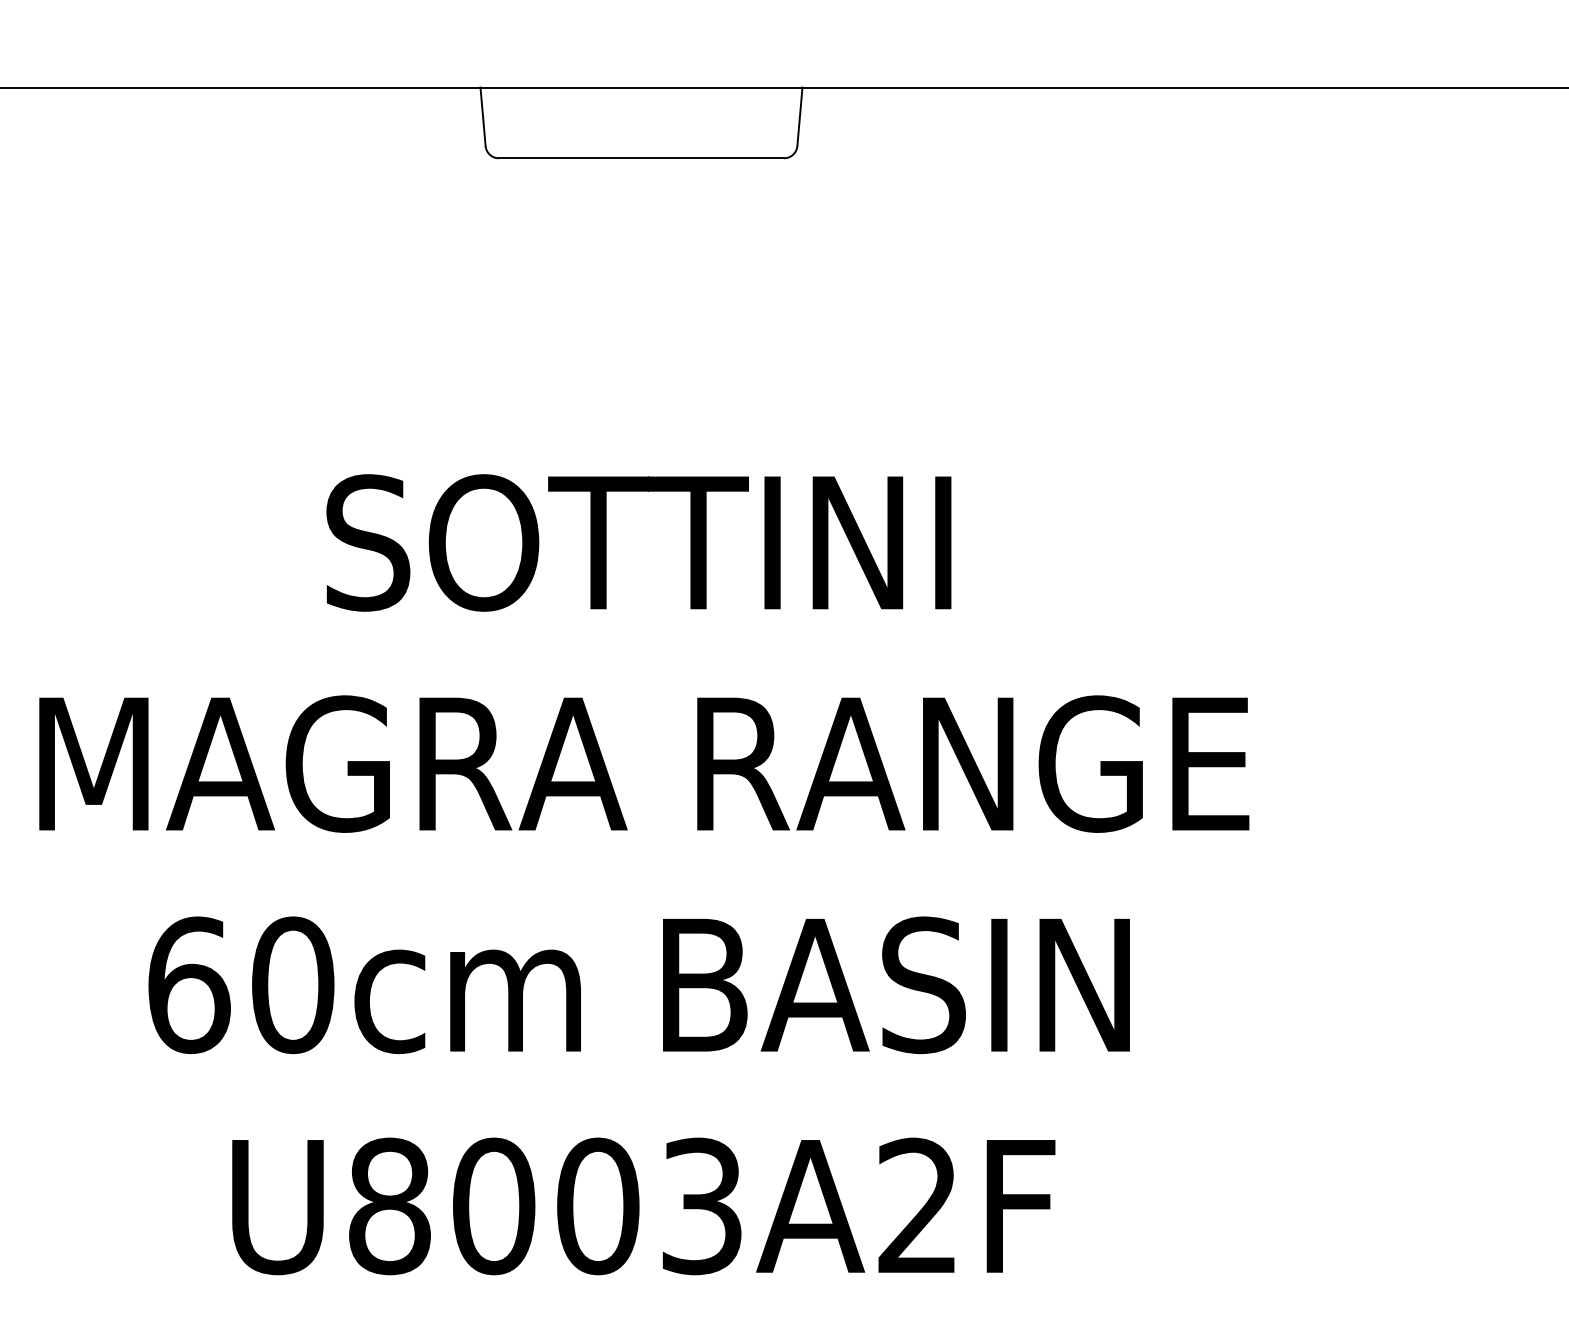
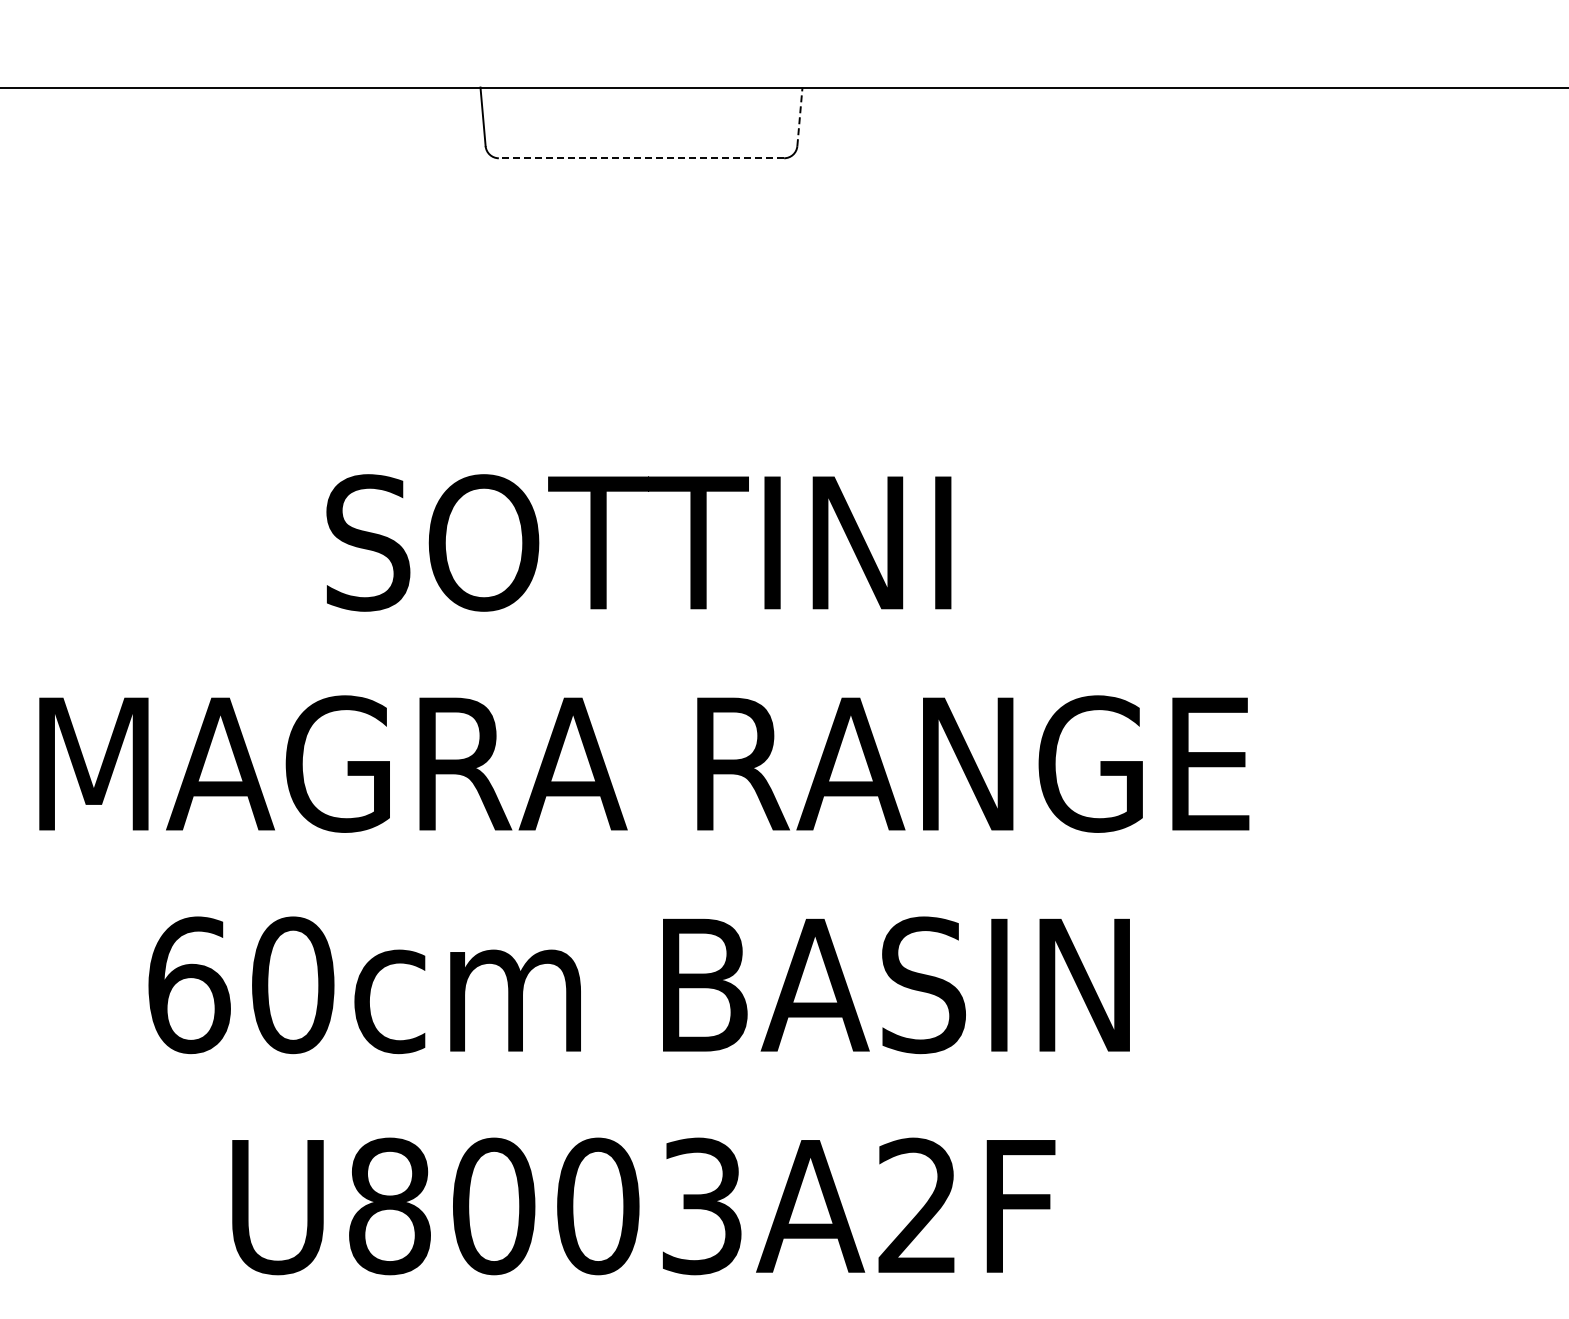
line at (799, 116): solid -> dashed
line at (641, 158): solid -> dashed
